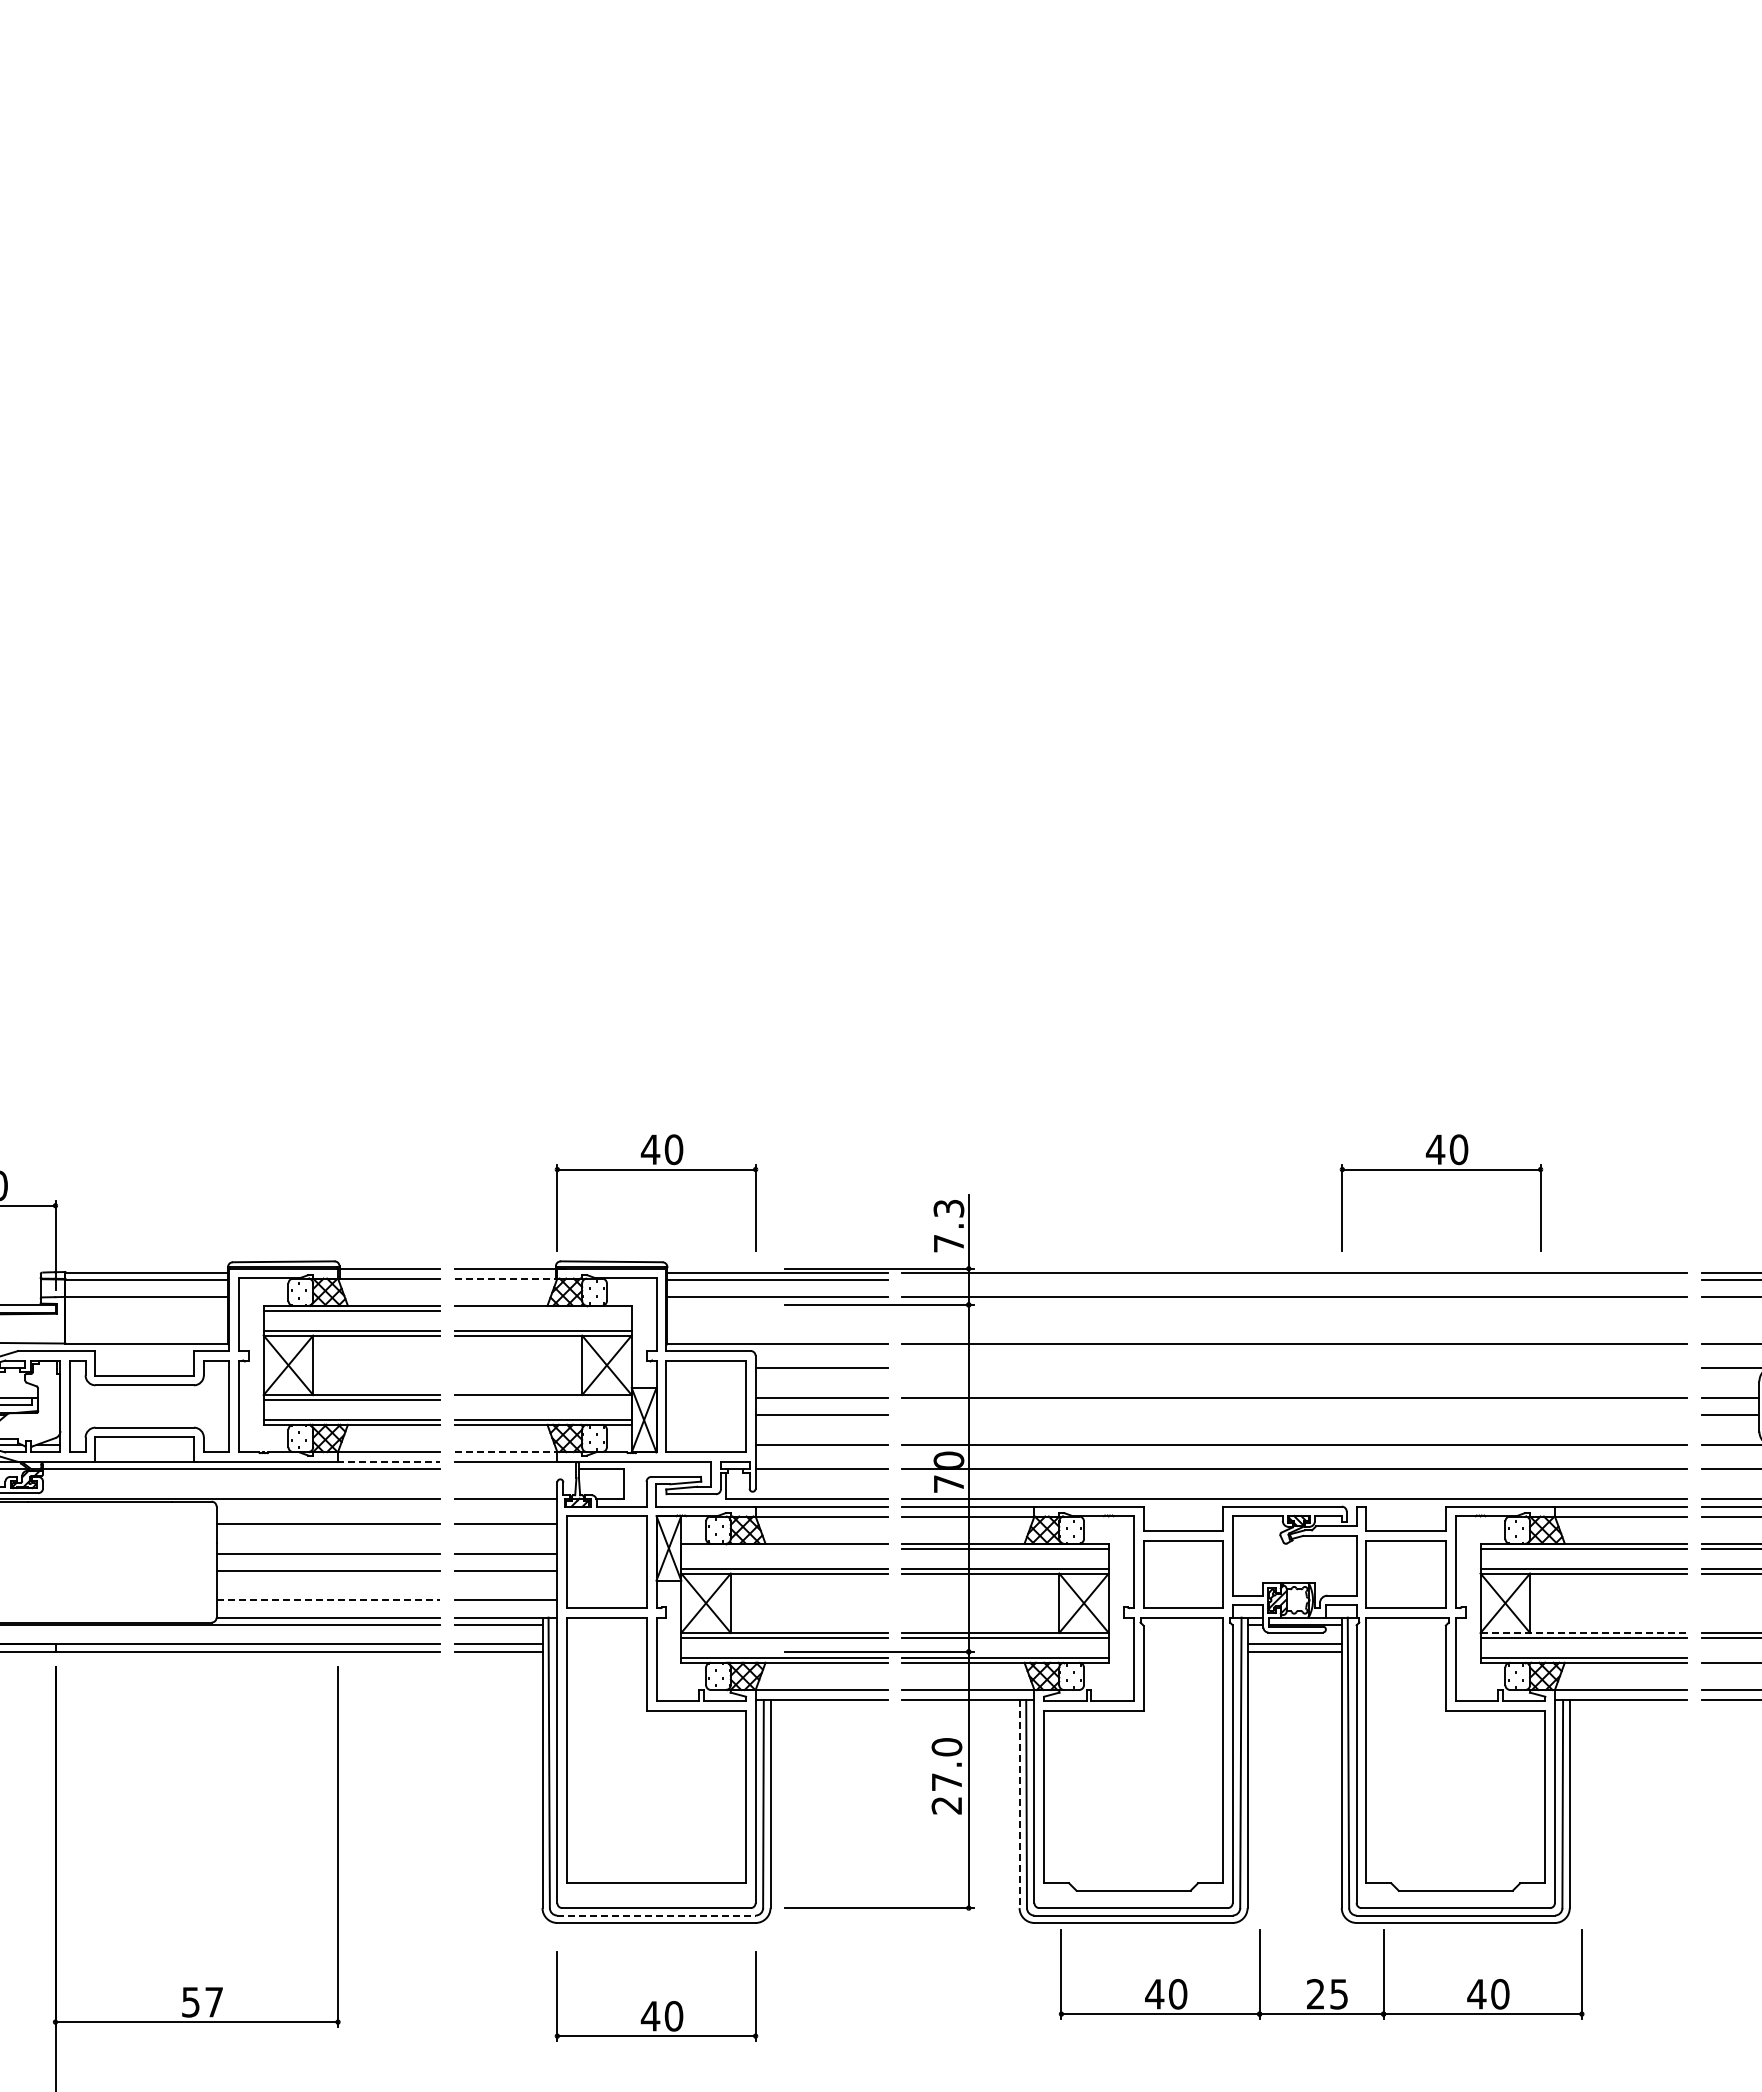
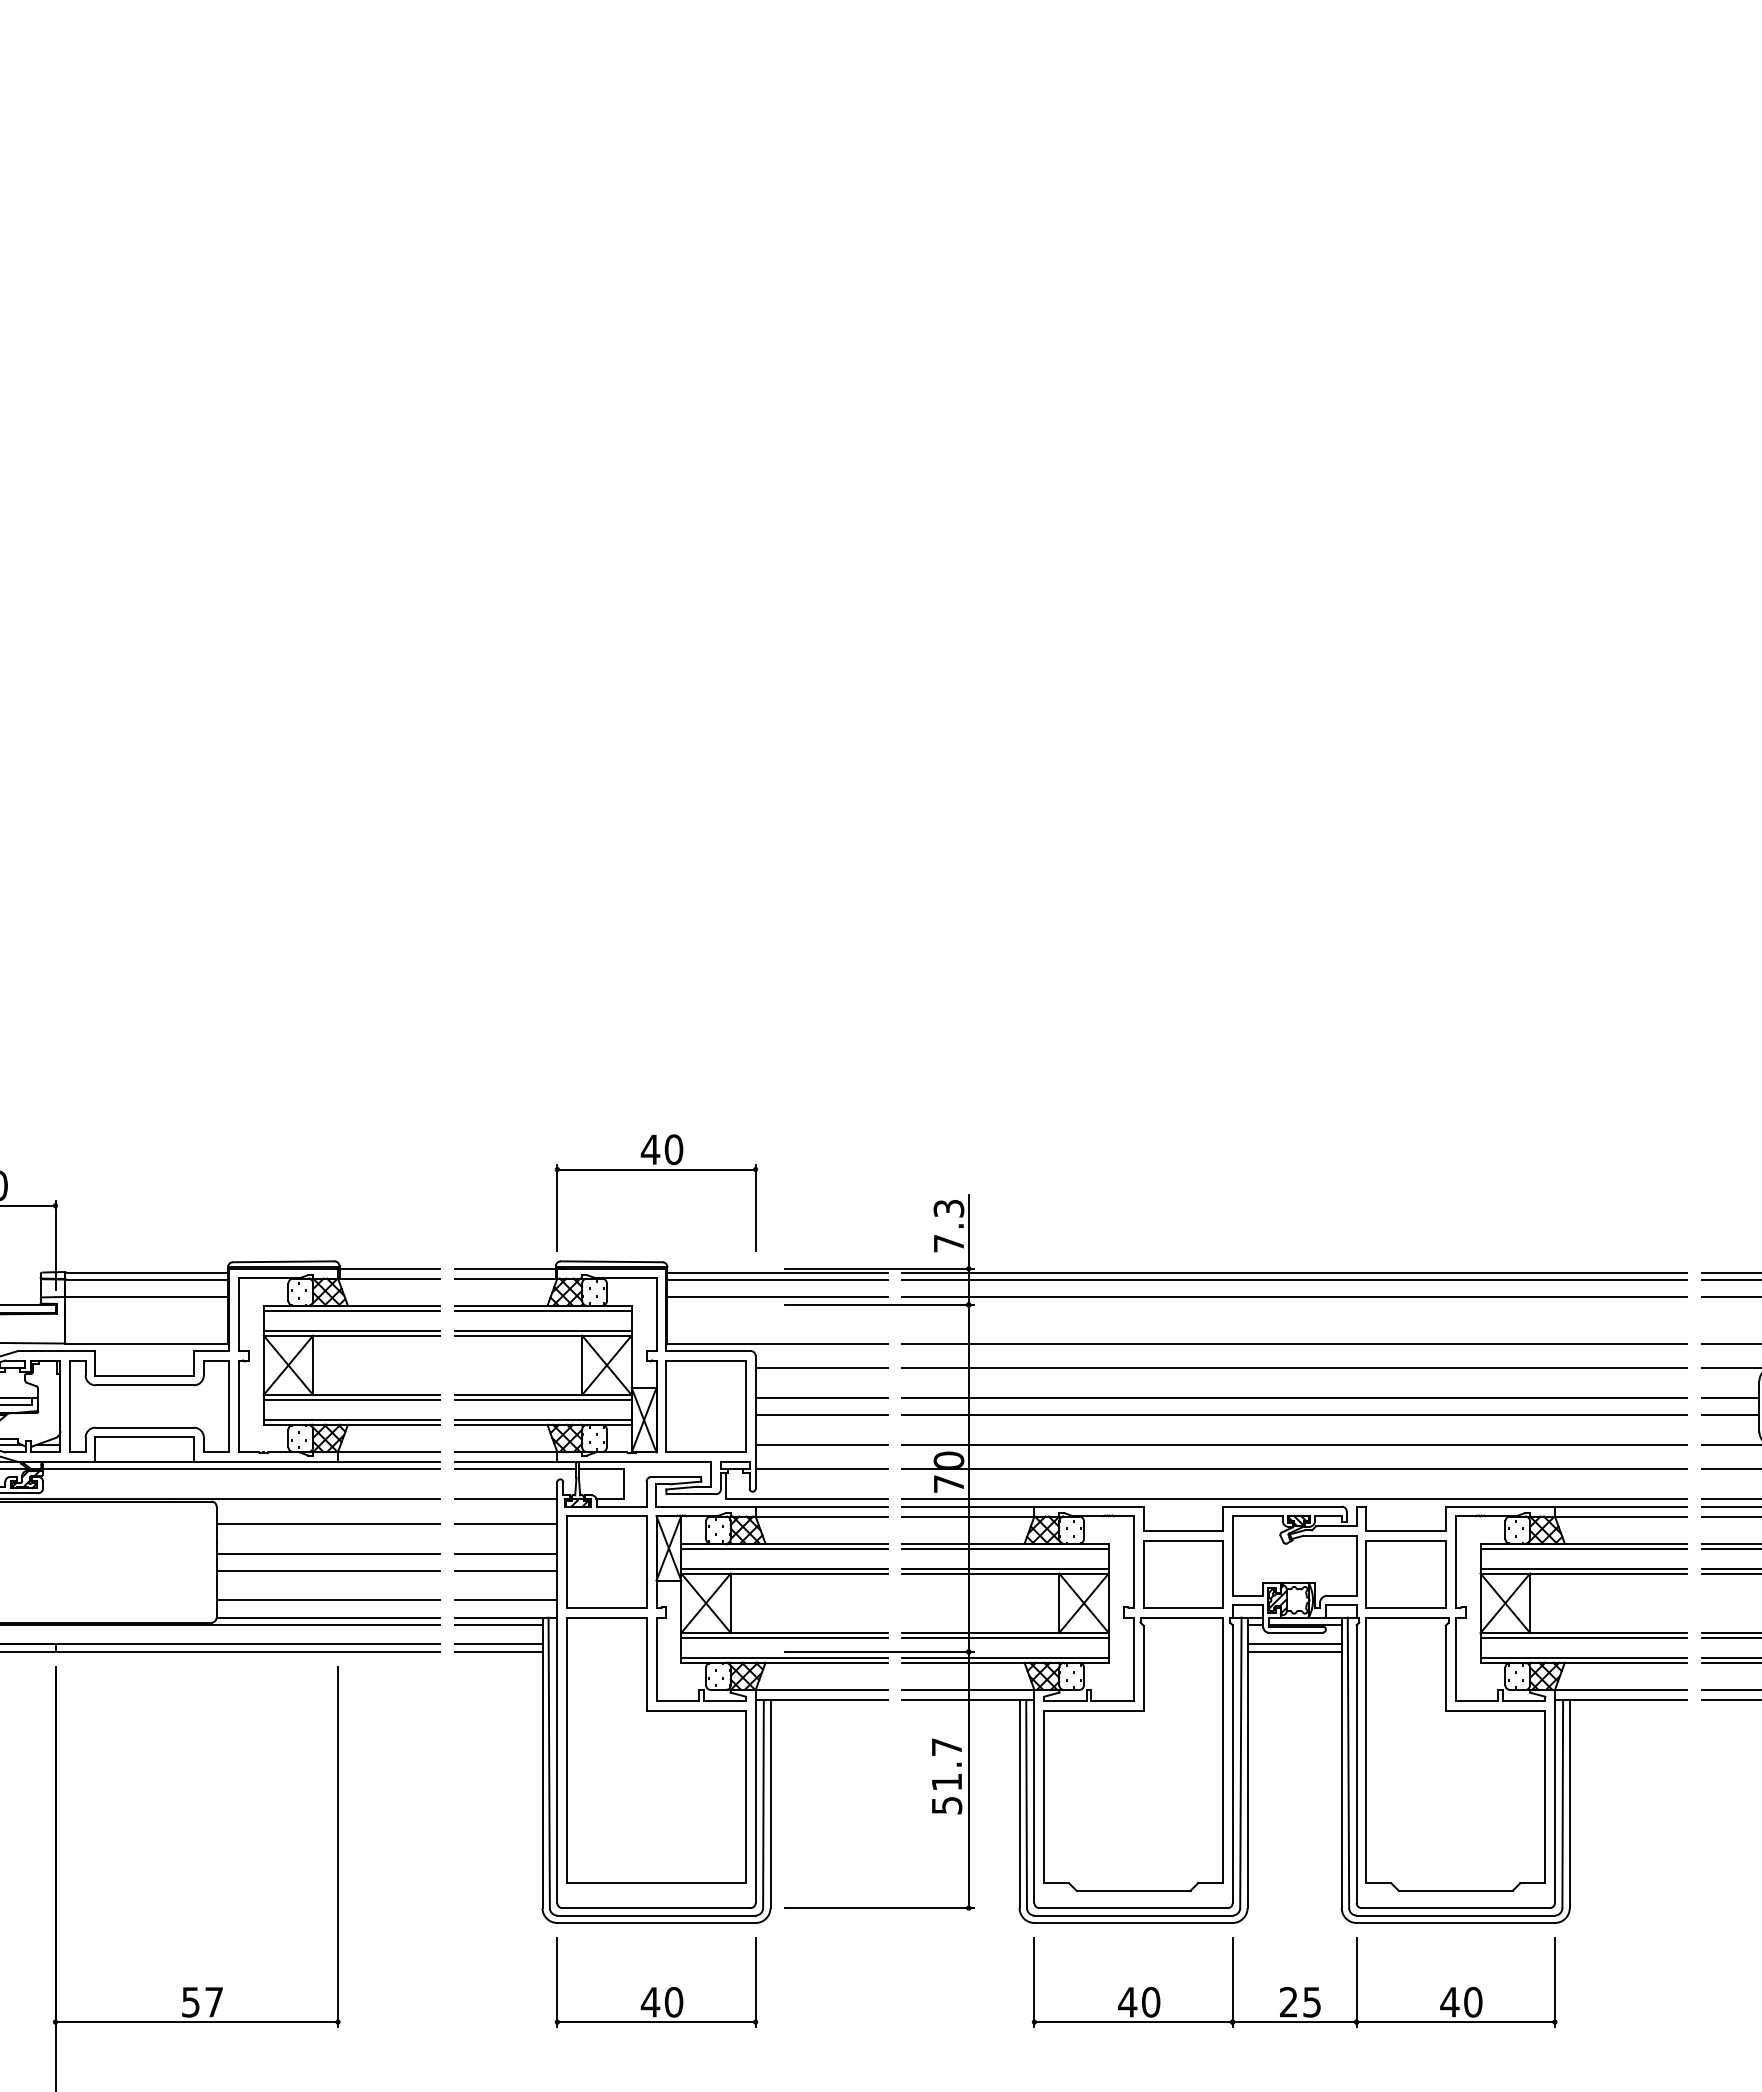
part at (1441, 1170): present -> none
line at (512, 1278): dashed -> solid
line at (1294, 1279): none -> present
line at (543, 1310): none -> present
line at (1294, 1368): none -> present
line at (543, 1400): none -> present
line at (1294, 1415): none -> present
line at (506, 1452): dashed -> solid
line at (388, 1462): dashed -> solid
line at (515, 1469): none -> present
line at (784, 1548): none -> present
line at (328, 1600): dashed -> solid
line at (1584, 1633): dashed -> solid
line at (1729, 1657): none -> present
text at (946, 1776): 27.0 -> 51.7
line at (1019, 1804): dashed -> solid
line at (657, 1915): dashed -> solid
part at (1321, 1974) position: (1321, 1974) -> (1294, 1982)
part at (656, 1996) position: (656, 1996) -> (656, 1982)
